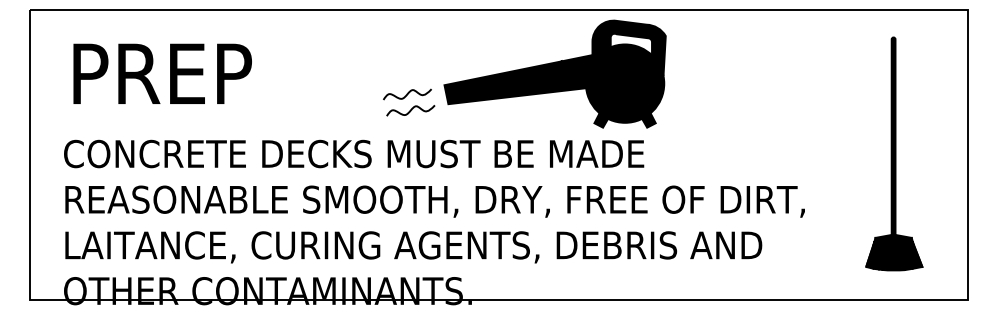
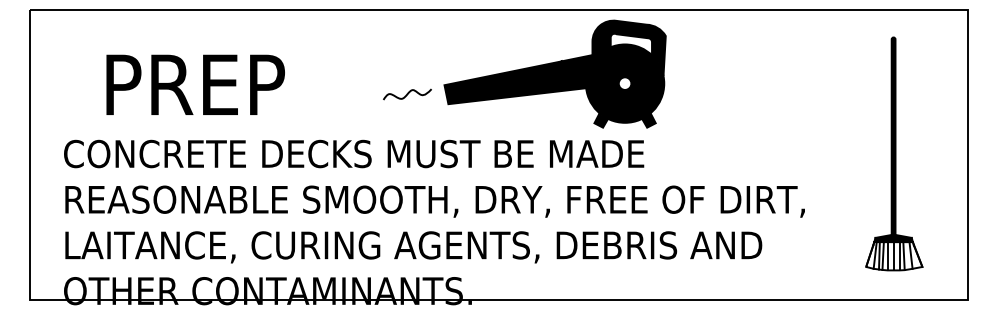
text at (162, 73) position: (162, 73) -> (195, 84)
fill at (624, 83): present -> none
curve at (410, 110): present -> none
fill at (894, 256): present -> none
